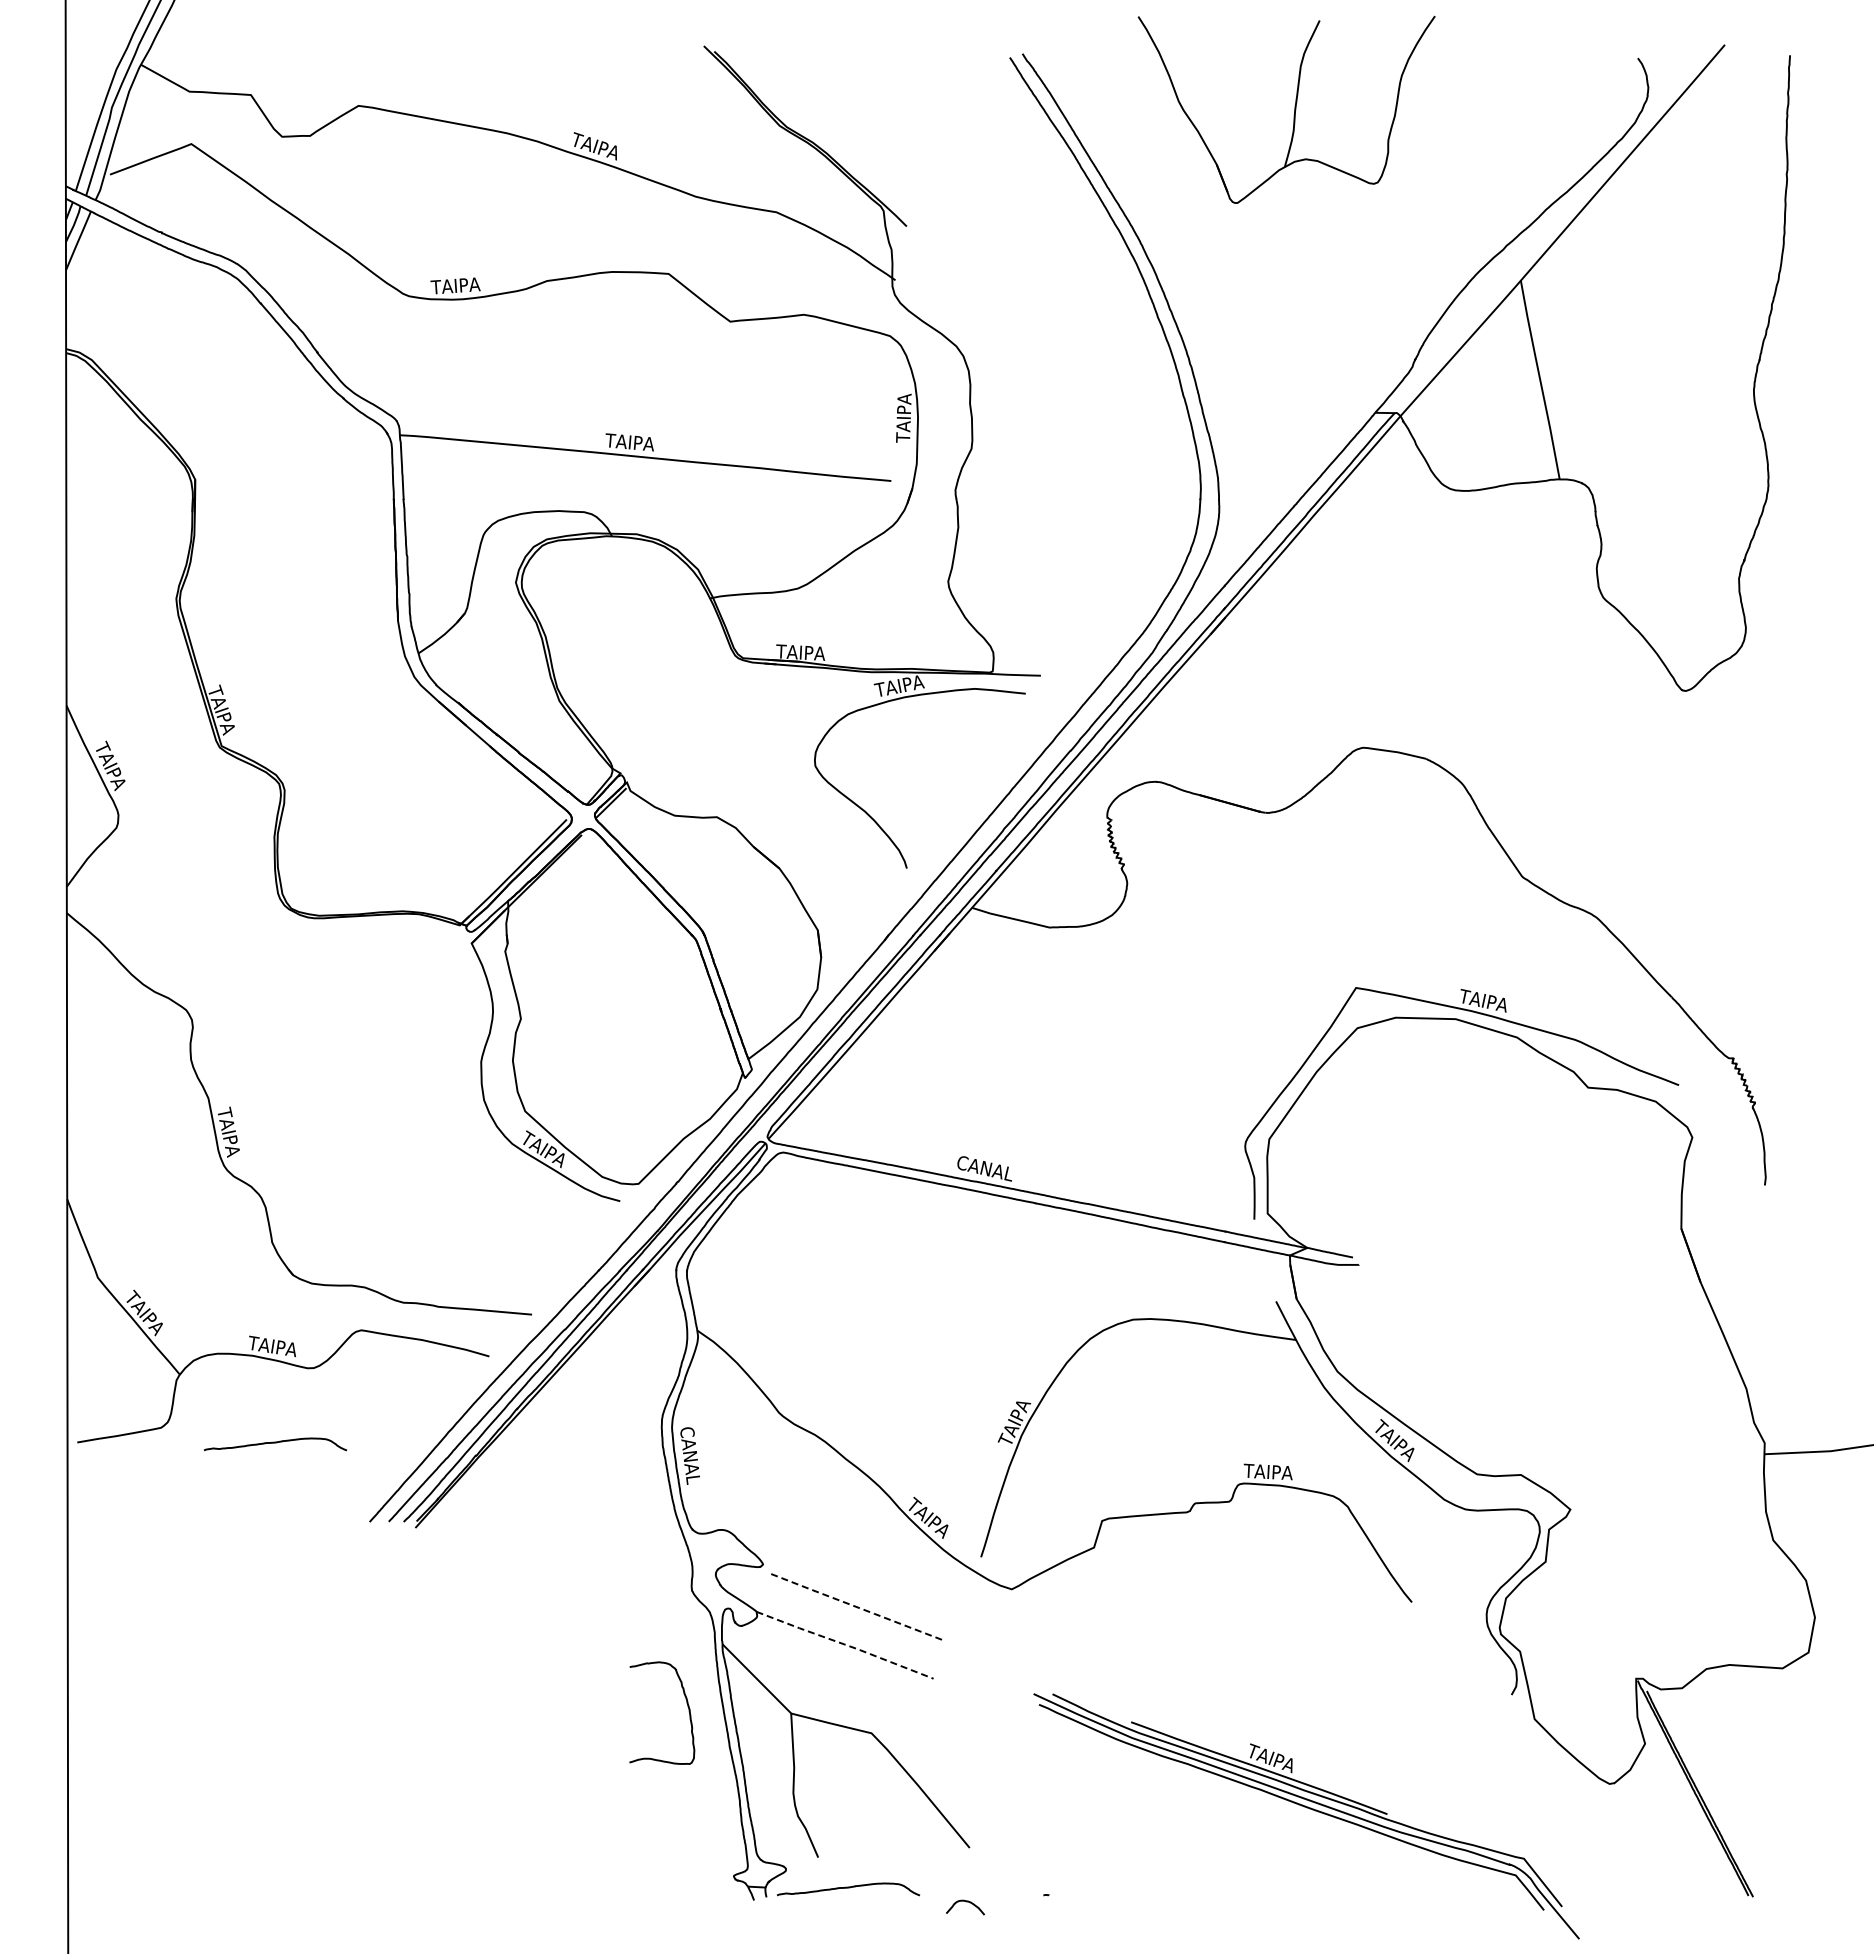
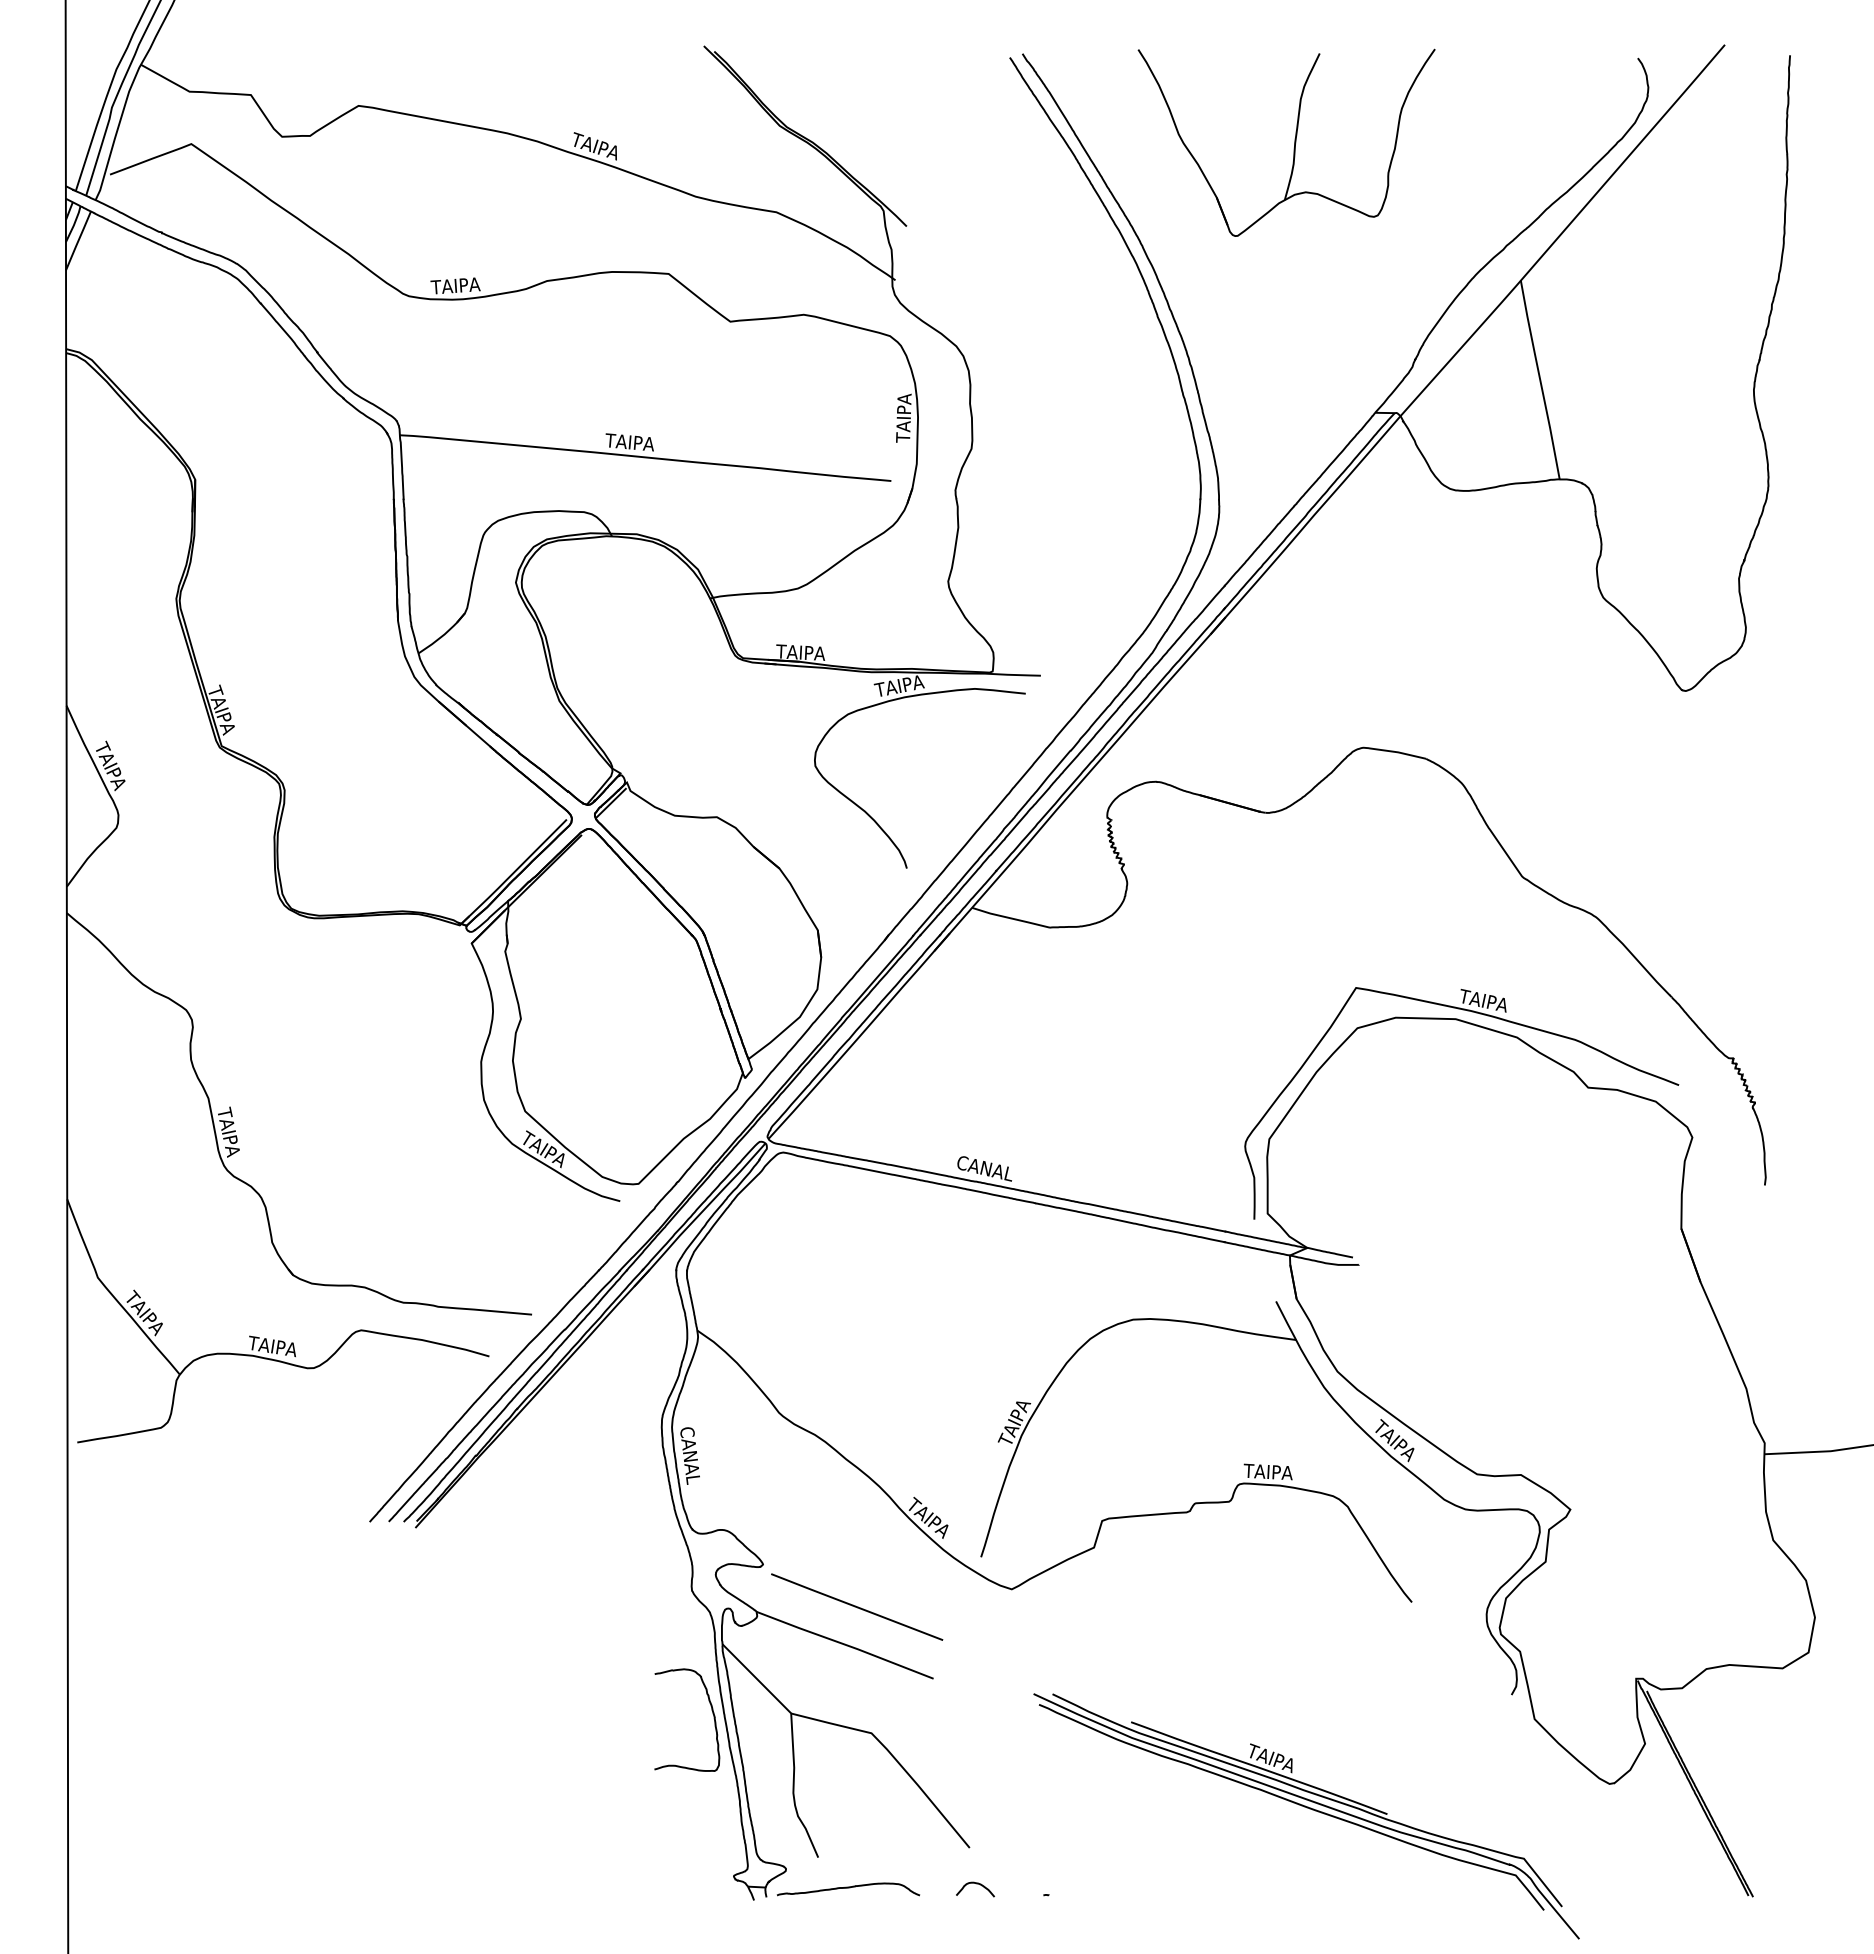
part at (1294, 109) position: (1294, 109) -> (1294, 142)
curve at (275, 1443): present -> none
line at (857, 1607): dashed -> solid
line at (845, 1644): dashed -> solid
curve at (686, 1703) position: (686, 1703) -> (711, 1710)
curve at (966, 1902) position: (966, 1902) -> (976, 1884)
